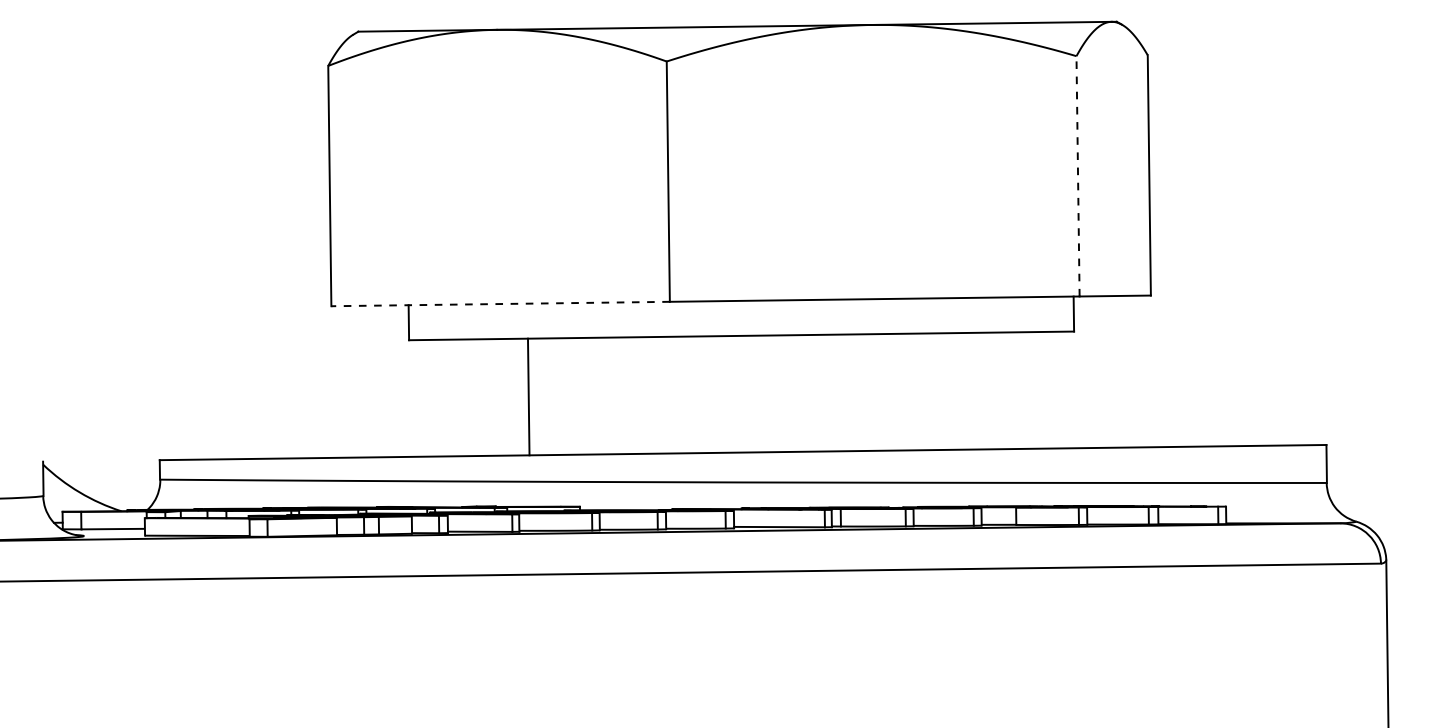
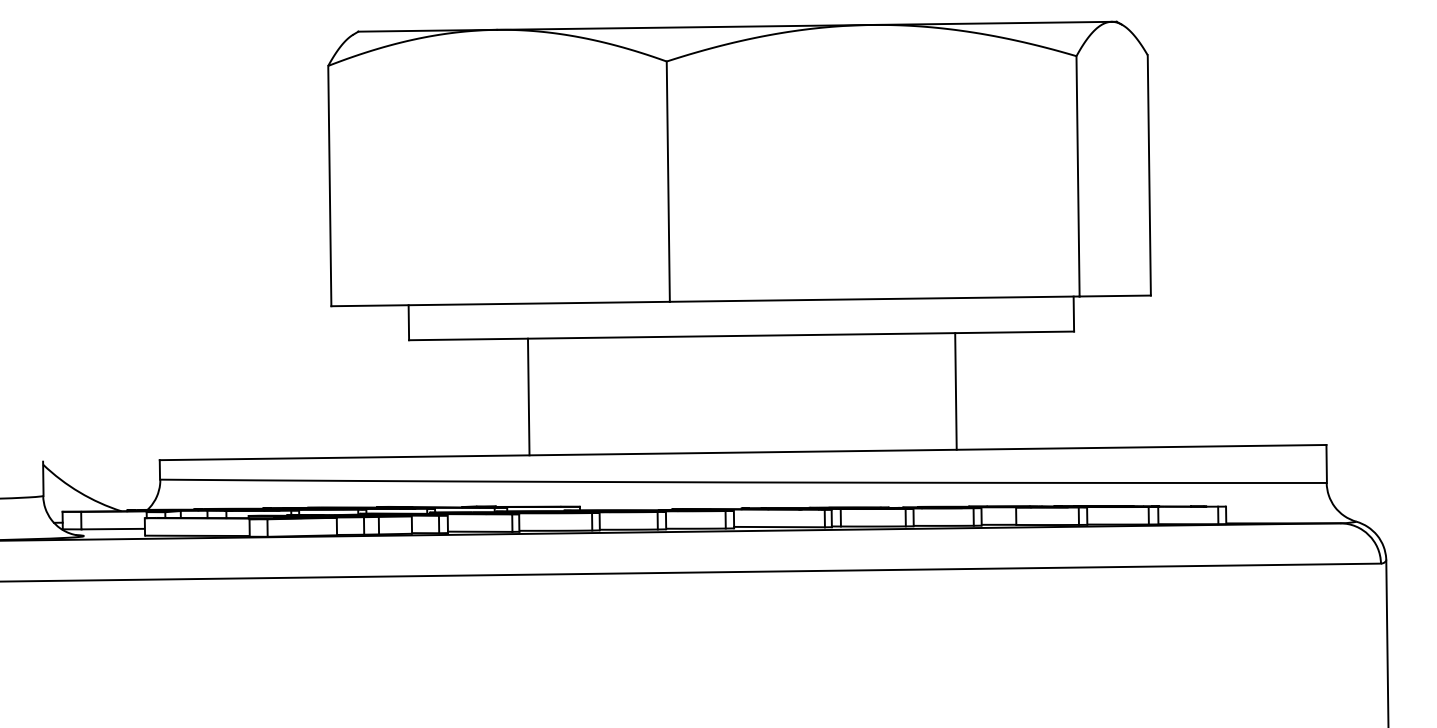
line at (1078, 175): dashed -> solid
line at (500, 304): dashed -> solid
line at (955, 391): none -> present
